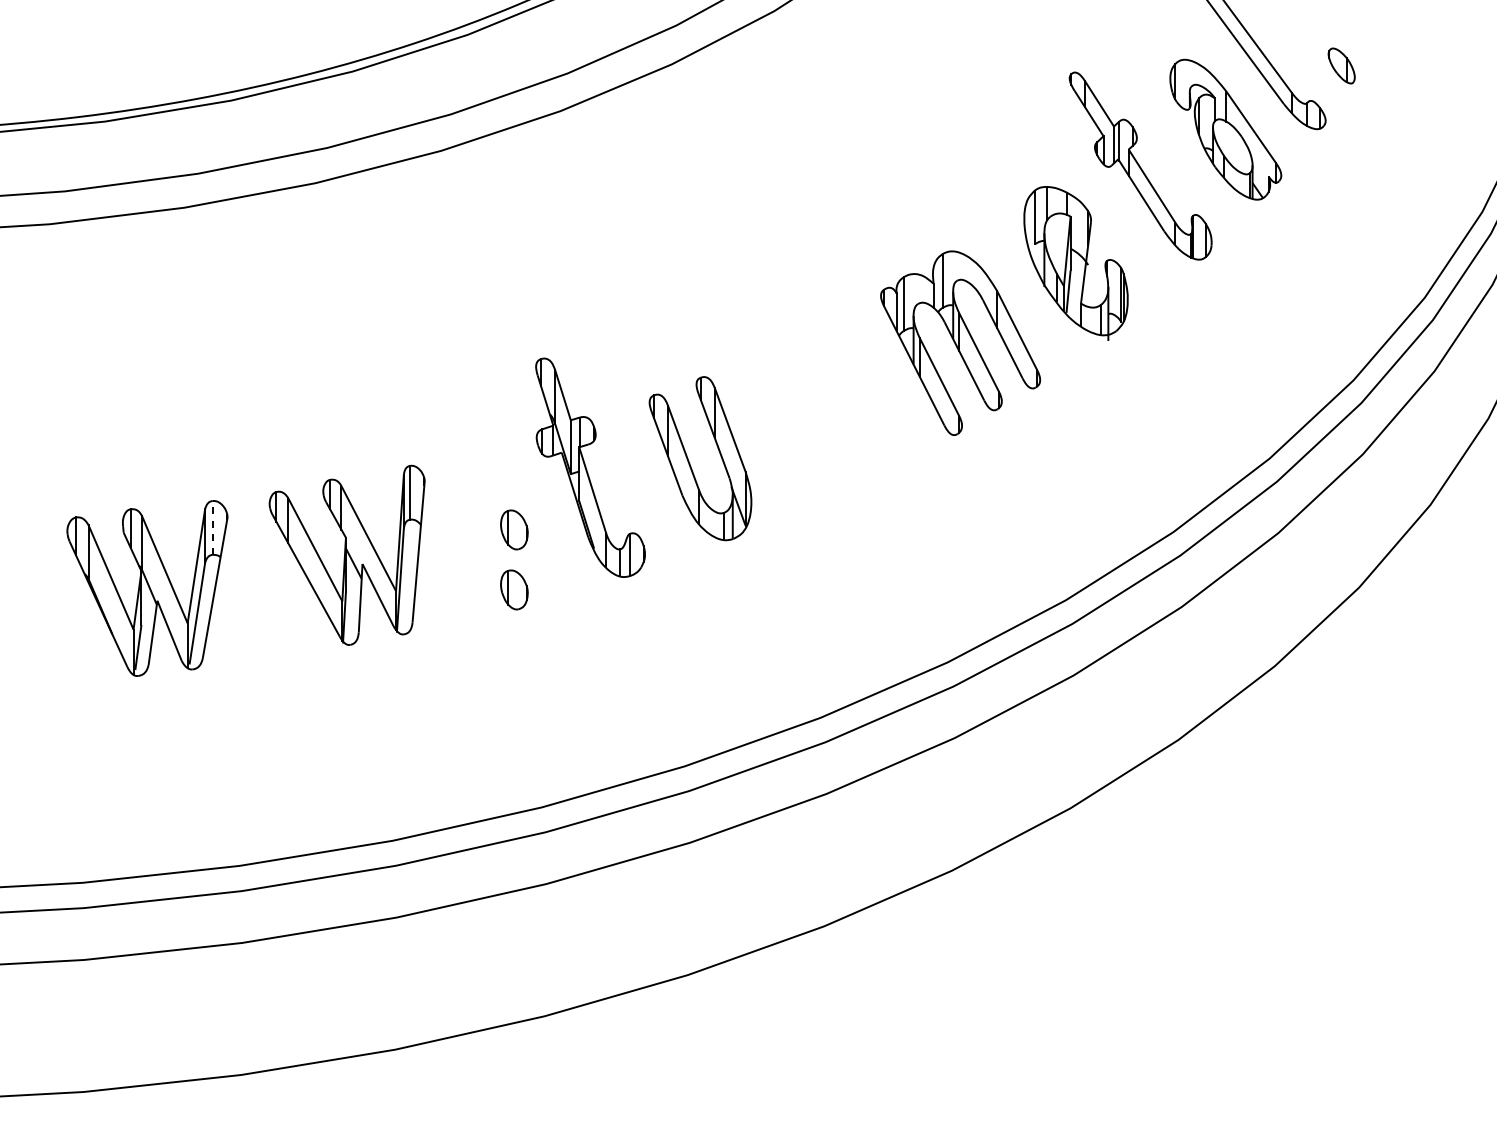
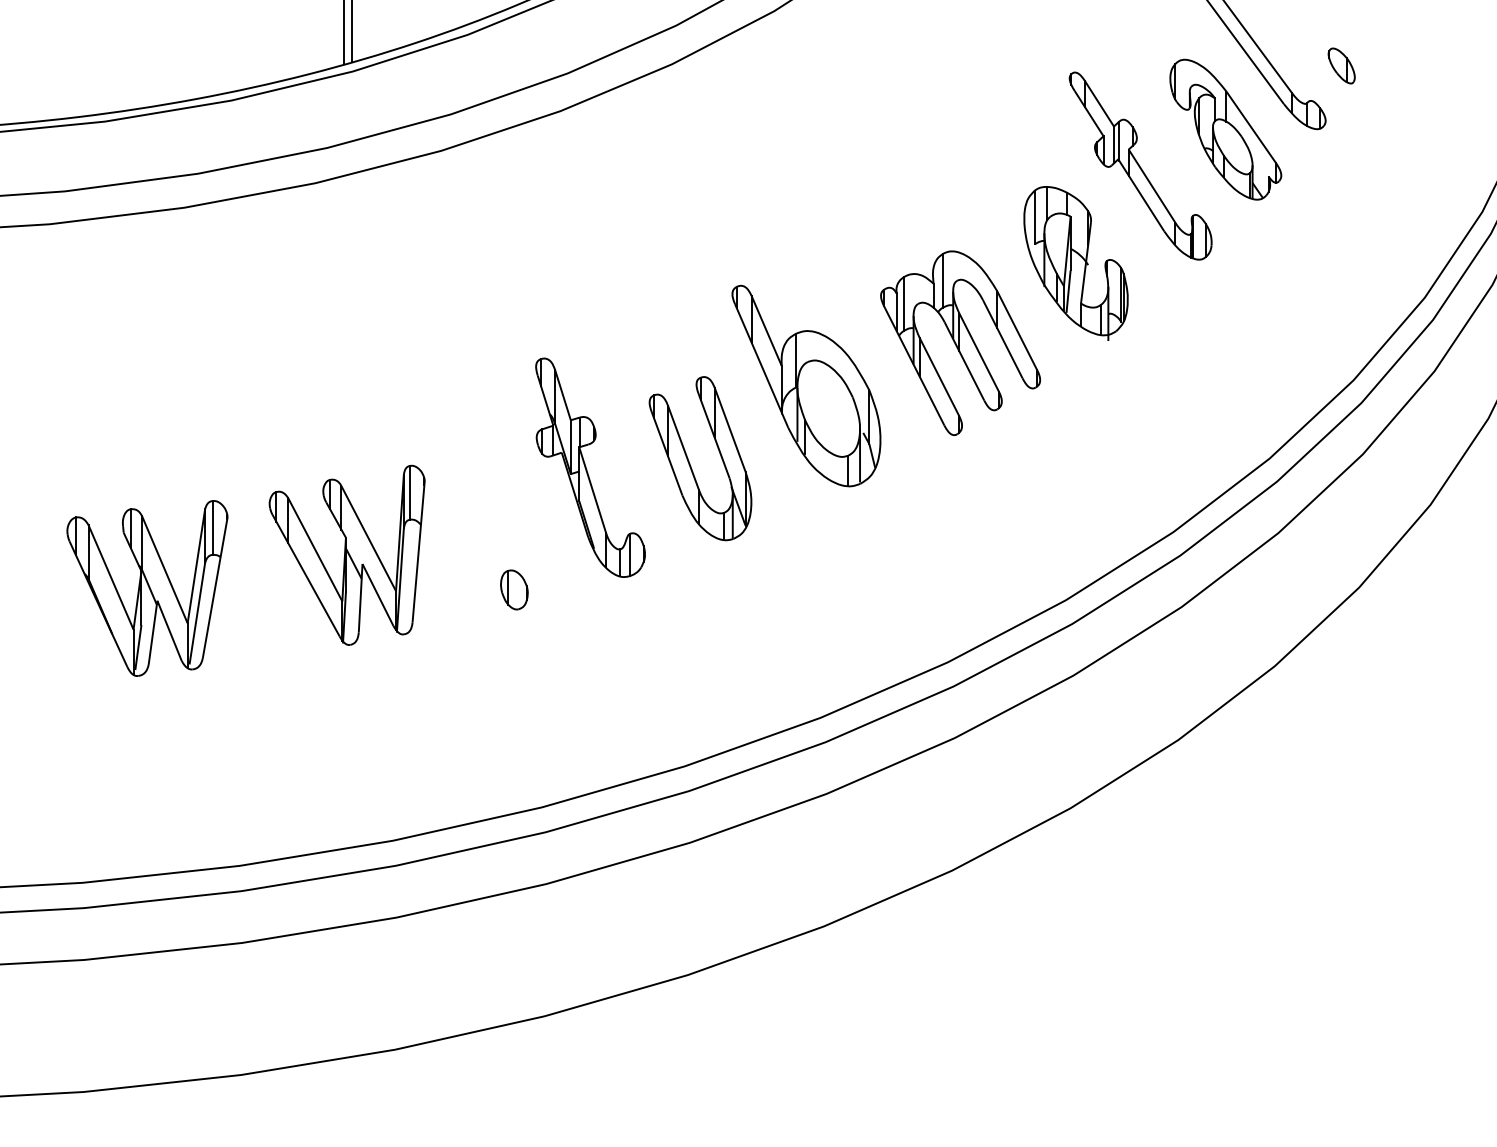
line at (351, 31): none -> present
line at (344, 32): none -> present
part at (806, 385): none -> present
line at (212, 527): dashed -> solid
part at (514, 529): present -> none
